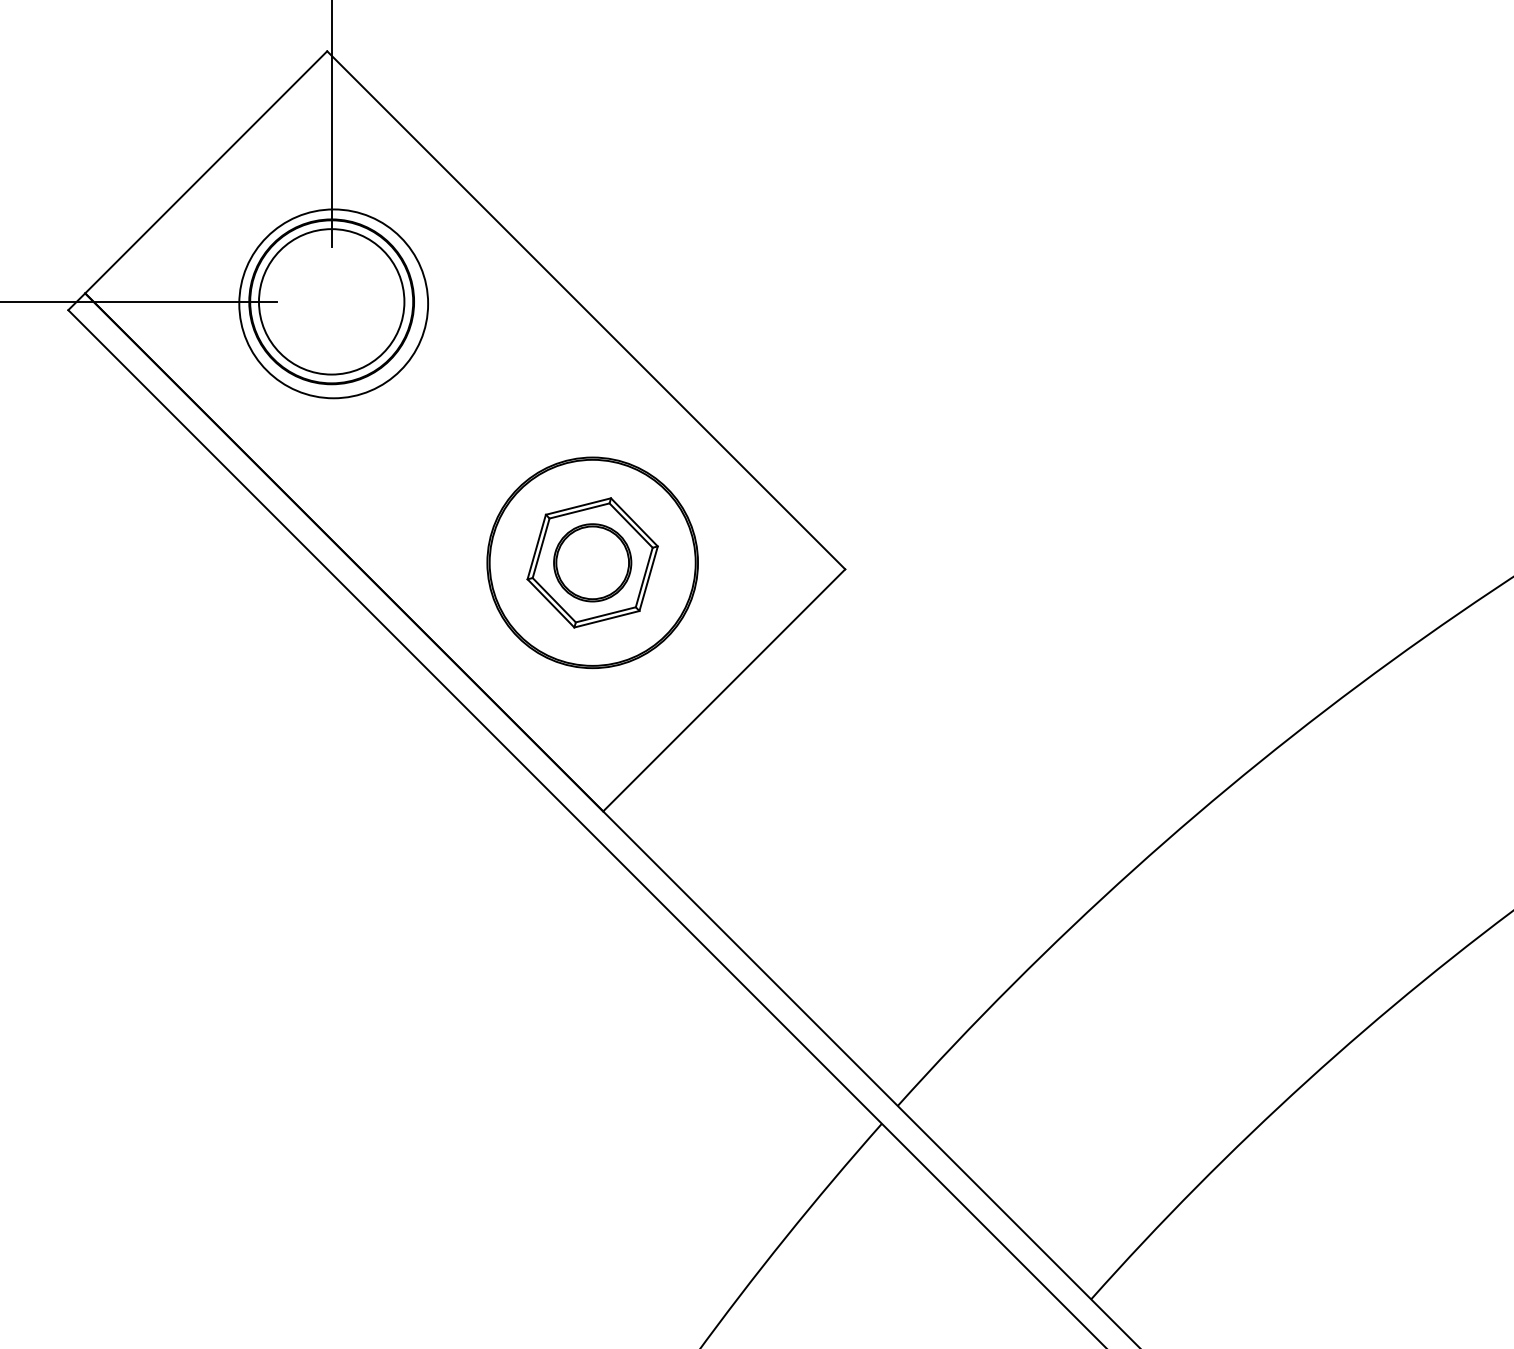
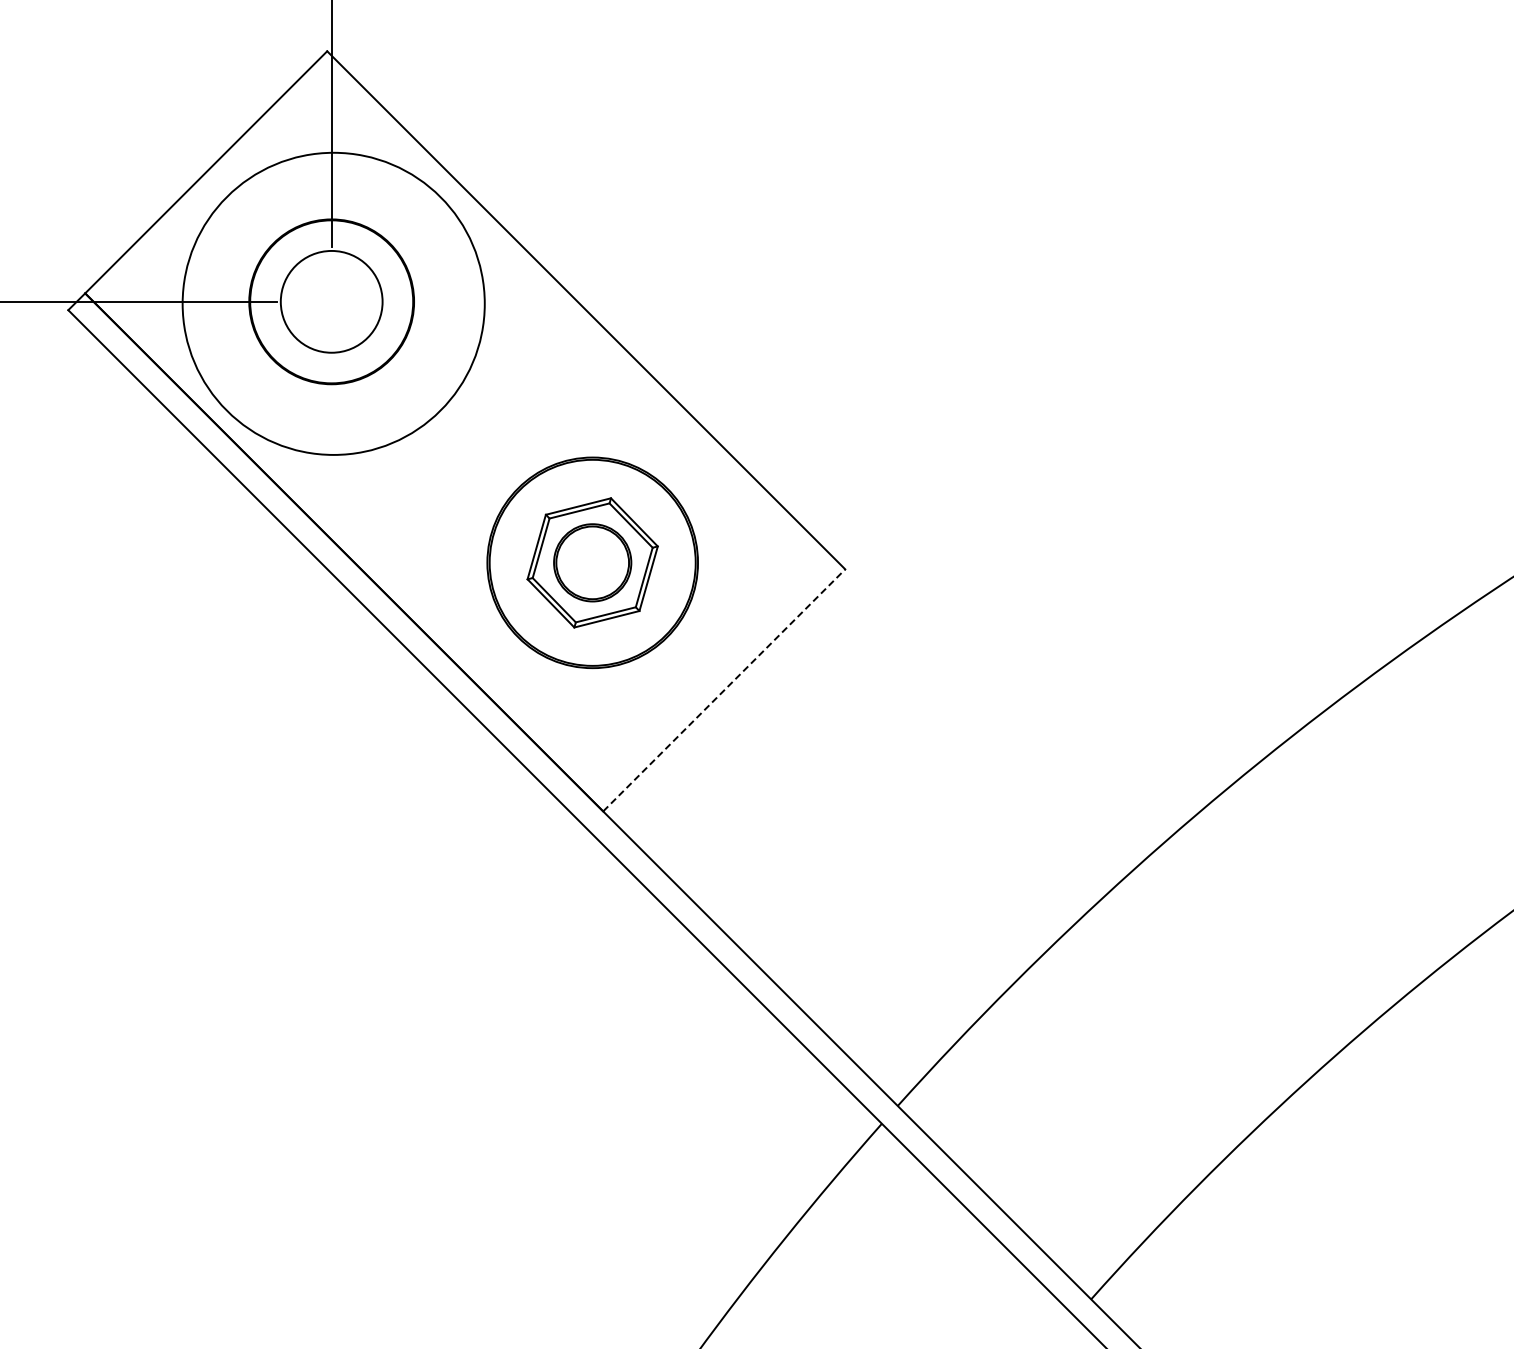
circle at (331, 301) diameter: 145 px -> 102 px
circle at (333, 303) diameter: 189 px -> 302 px
line at (724, 690): solid -> dashed
